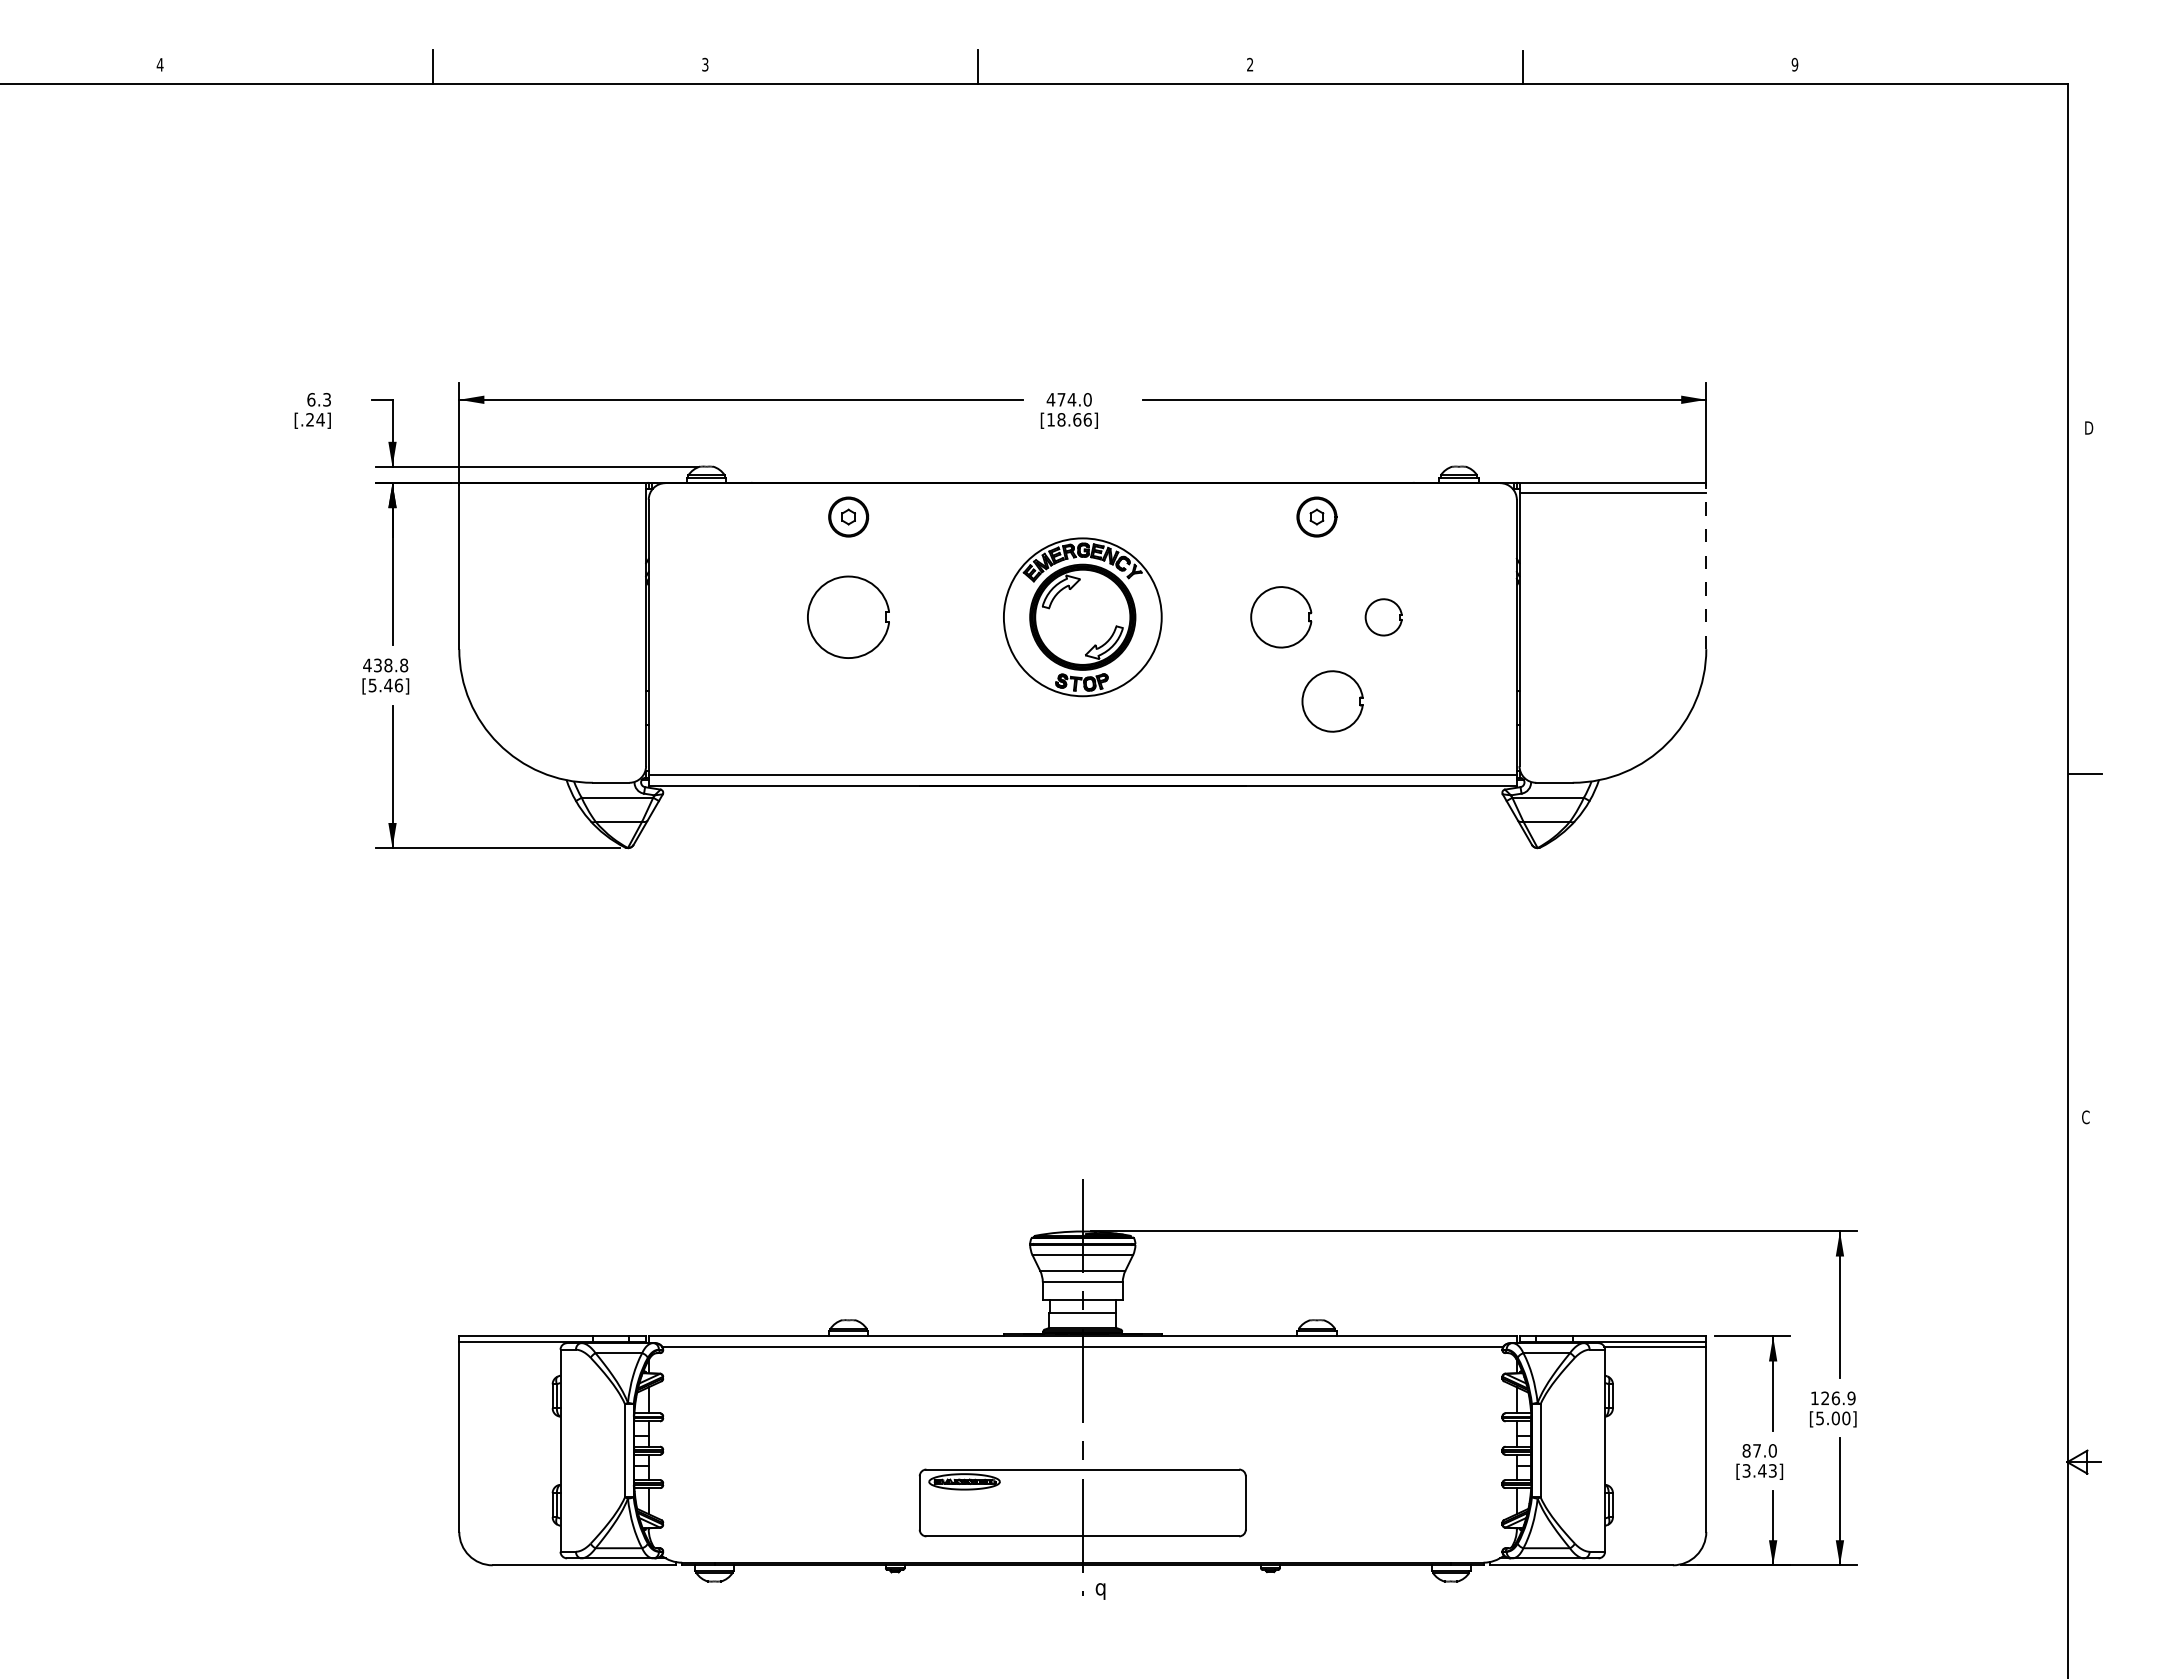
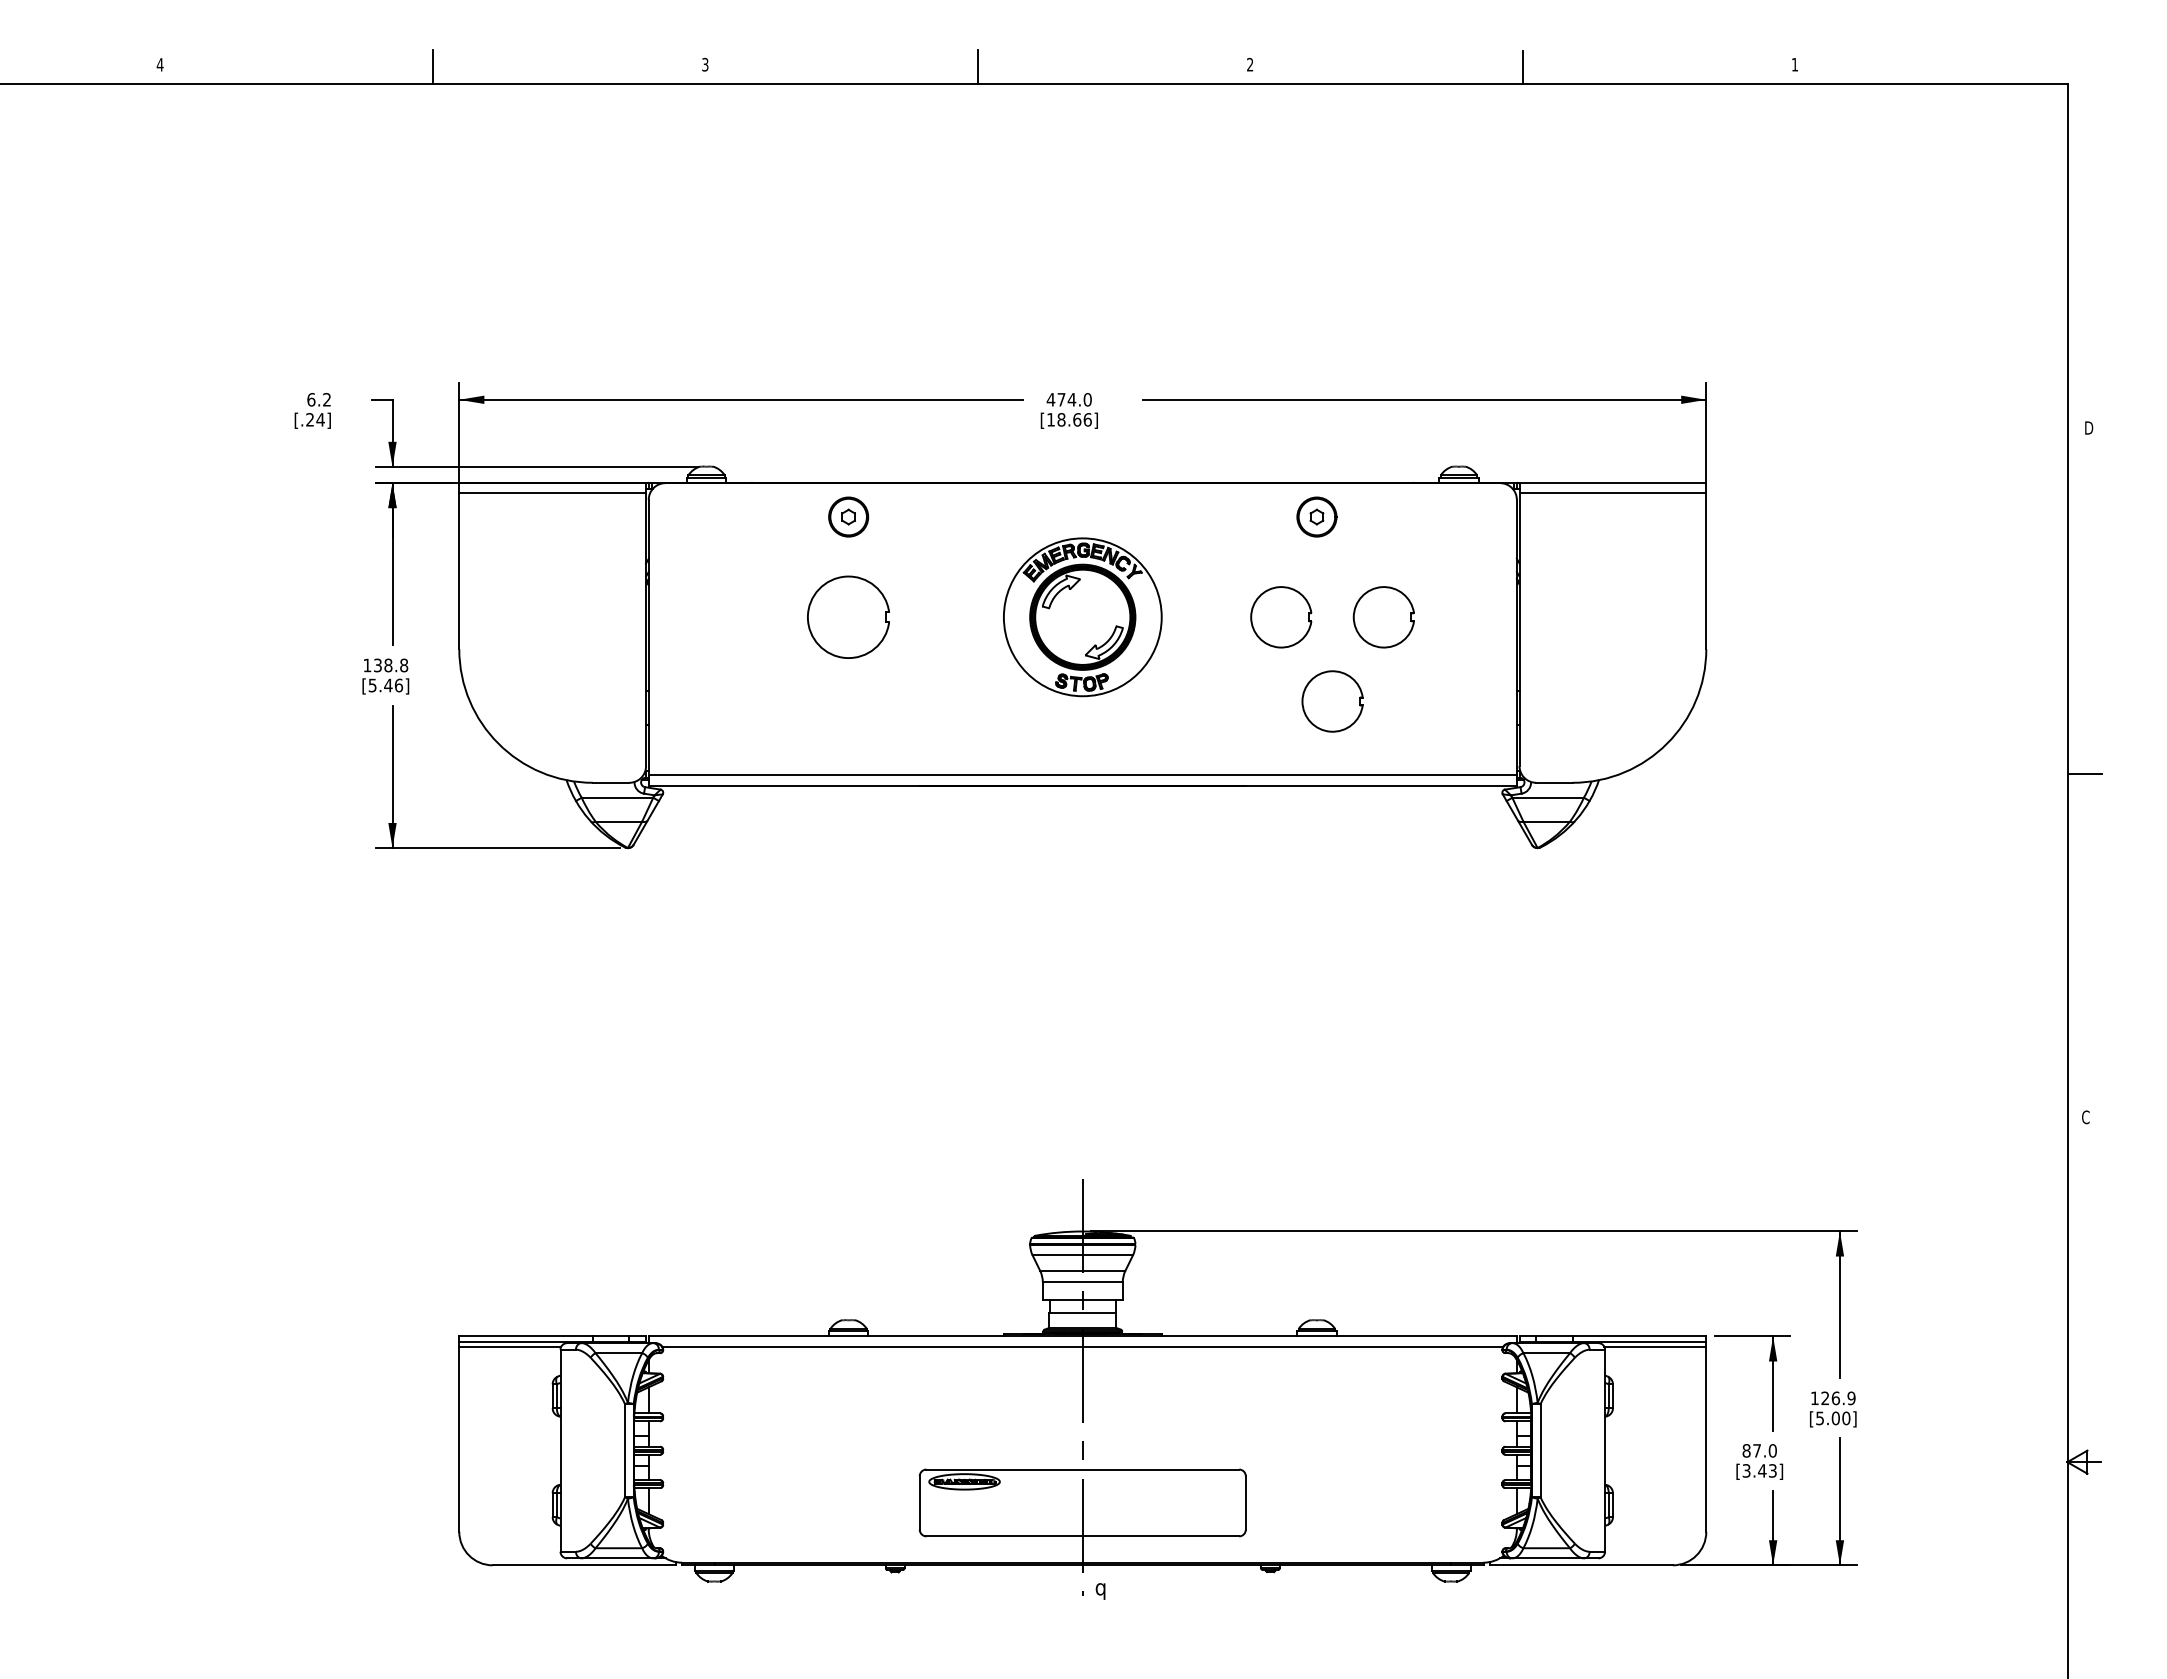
text at (1794, 64): 9 -> 1
text at (326, 399): 6.3 -> 6.2
line at (552, 493): none -> present
line at (1706, 565): dashed -> solid
part at (1383, 617) size: 39x39 px -> 63x63 px
text at (367, 665): 438.8 -> 138.8
line at (510, 1346): none -> present
